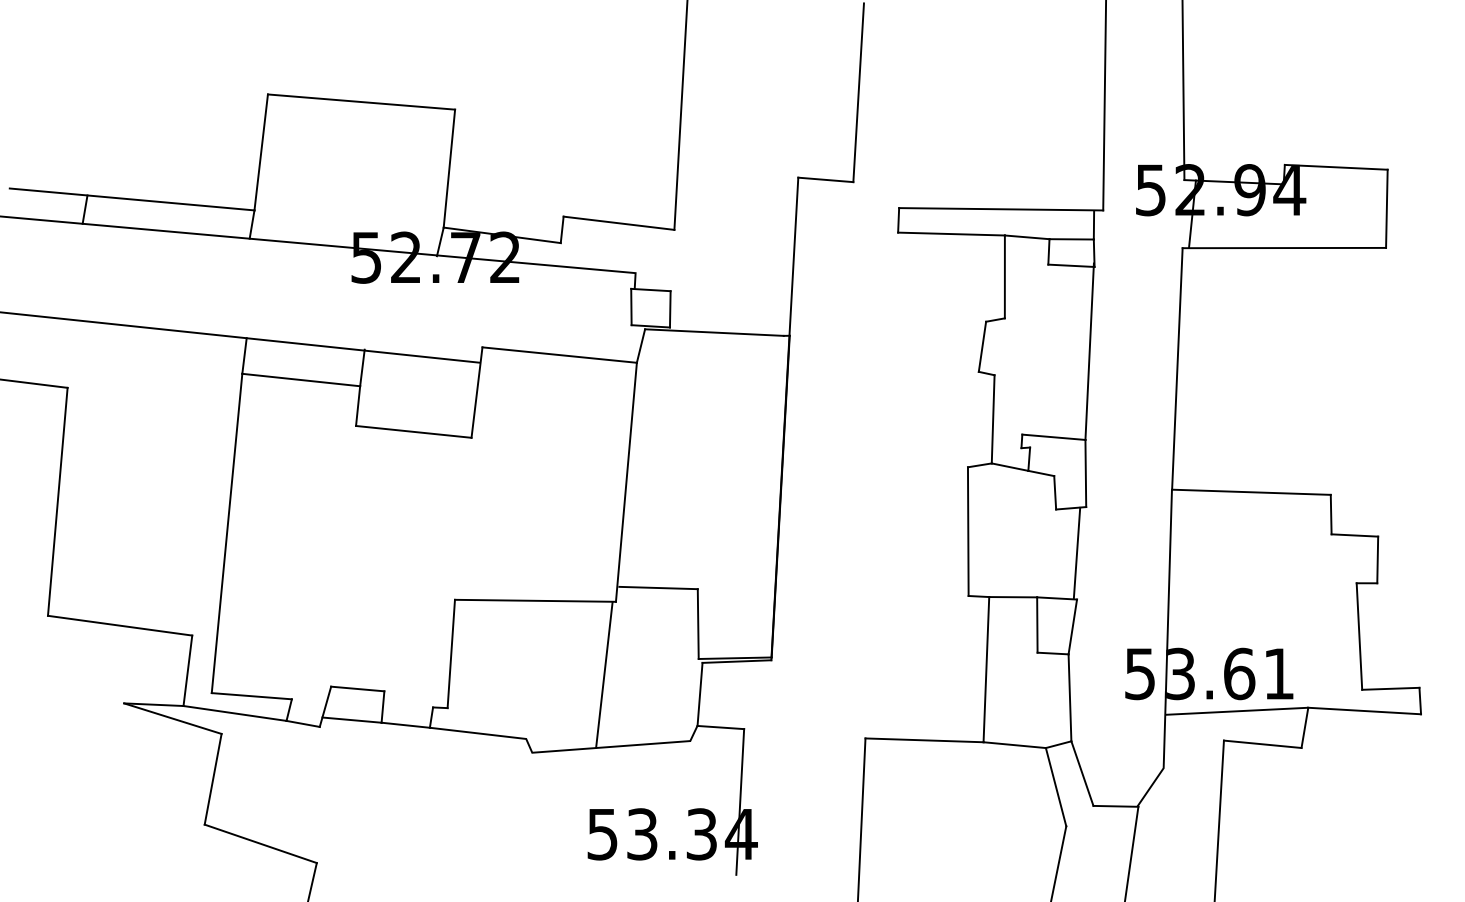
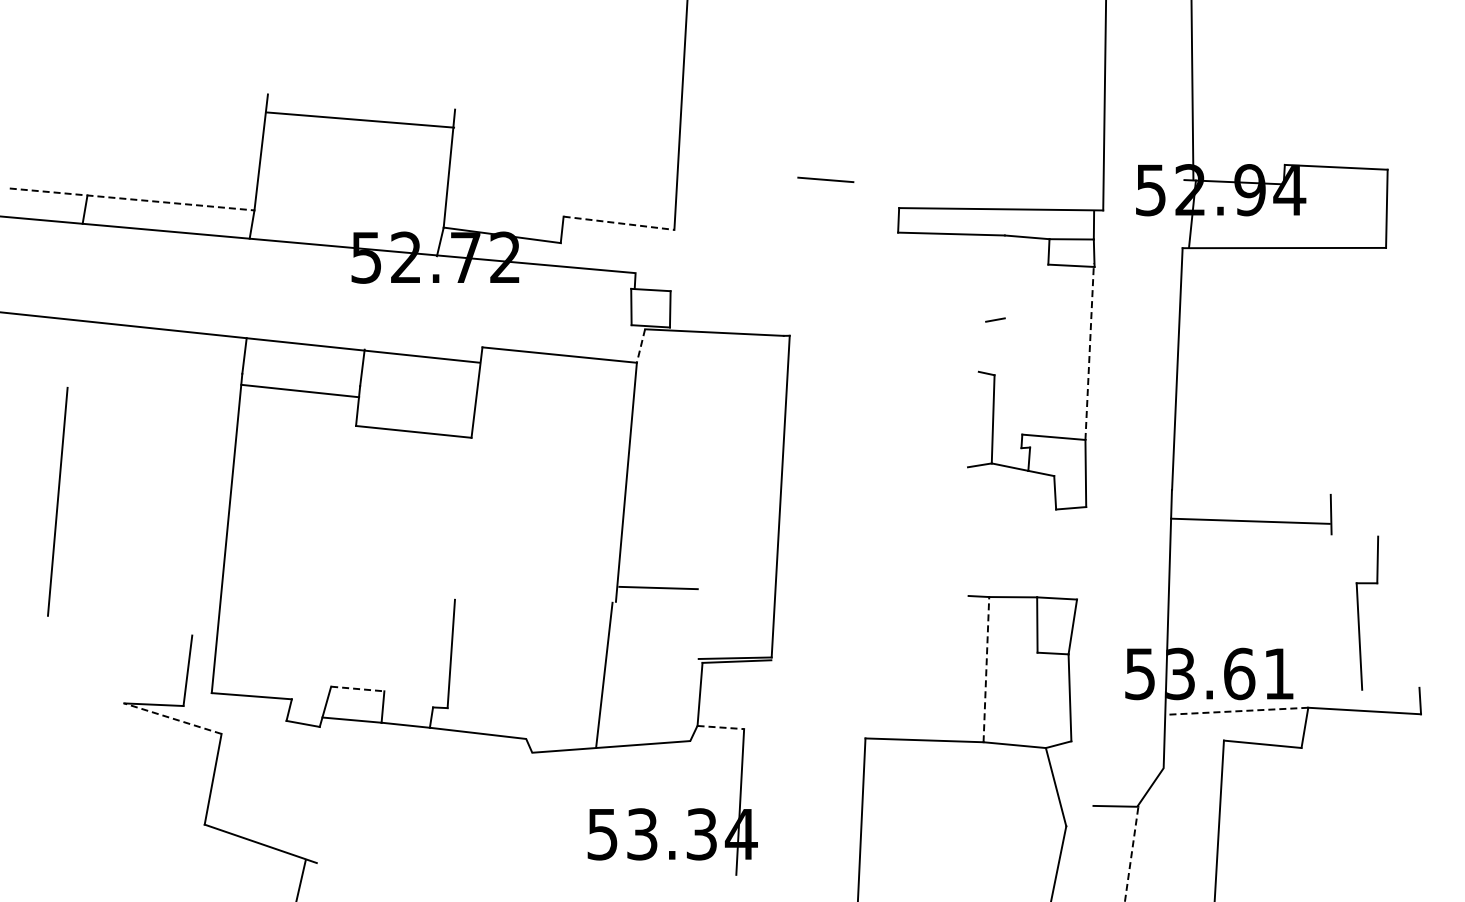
line at (1183, 91) position: (1183, 91) -> (1192, 91)
line at (858, 92): present -> none
line at (361, 101) position: (361, 101) -> (360, 119)
line at (132, 199): solid -> dashed
line at (619, 223): solid -> dashed
line at (1004, 276): present -> none
line at (640, 346): solid -> dashed
line at (982, 346): present -> none
line at (1089, 351): solid -> dashed
line at (301, 379) position: (301, 379) -> (300, 390)
line at (34, 383): present -> none
line at (784, 418): present -> none
line at (1251, 491) position: (1251, 491) -> (1250, 520)
line at (967, 531): present -> none
line at (1354, 535): present -> none
line at (1076, 552): present -> none
line at (534, 600): present -> none
line at (697, 623): present -> none
line at (119, 625): present -> none
line at (986, 669): solid -> dashed
line at (1390, 688): present -> none
line at (357, 689): solid -> dashed
line at (1236, 711): solid -> dashed
line at (234, 713): present -> none
line at (172, 718): solid -> dashed
line at (721, 727): solid -> dashed
line at (1082, 773): present -> none
line at (1131, 854): solid -> dashed
line at (312, 880) position: (312, 880) -> (301, 879)
